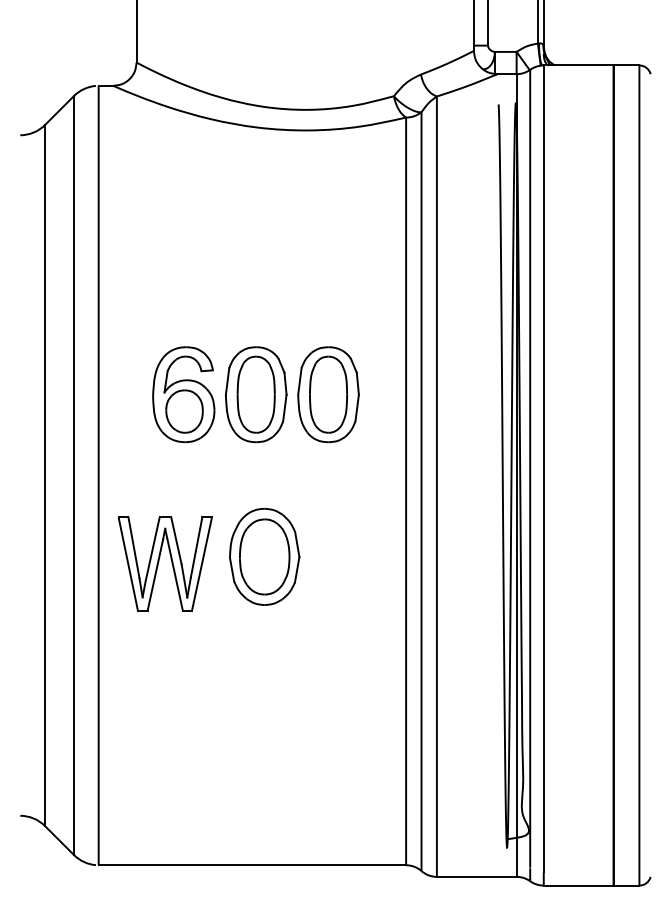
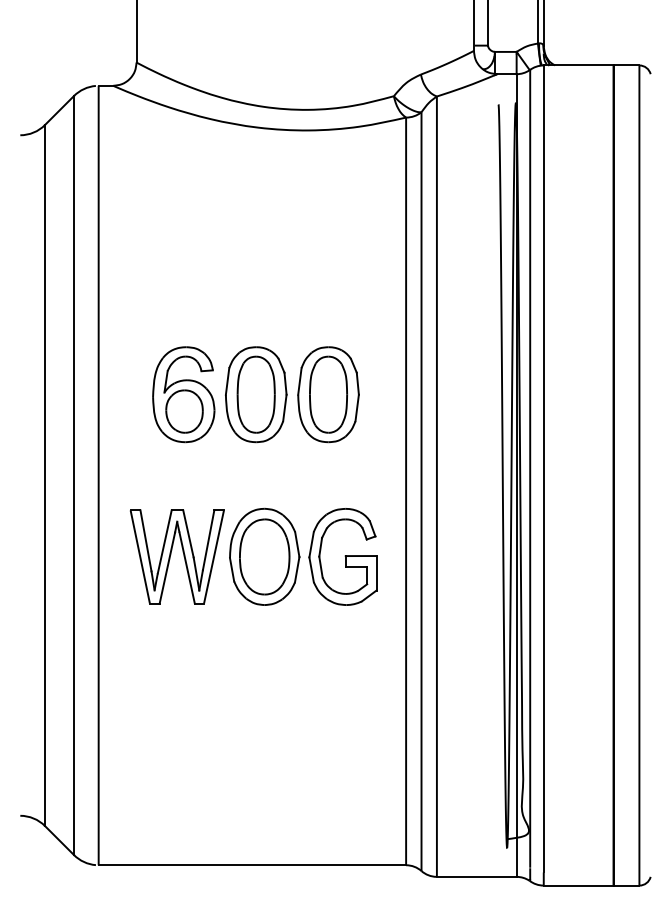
part at (342, 556): none -> present
part at (164, 563) position: (164, 563) -> (176, 556)
